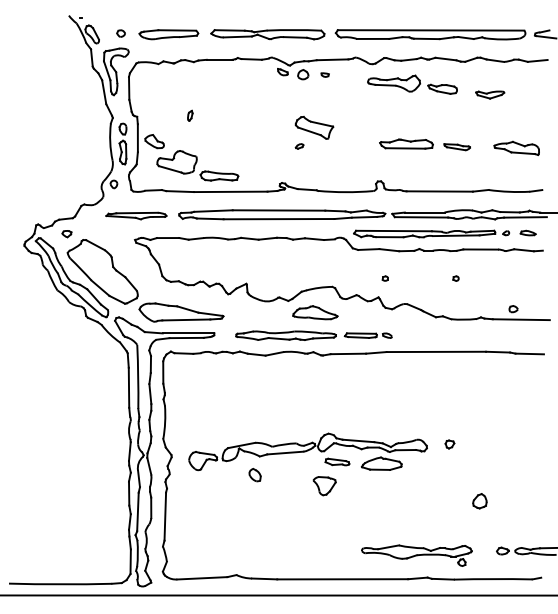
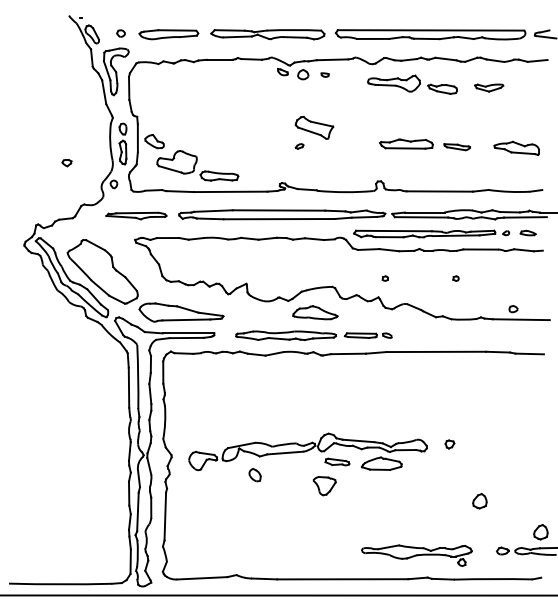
part at (490, 94) position: (490, 94) -> (489, 87)
part at (190, 115): present -> none
part at (66, 234) position: (66, 234) -> (66, 163)
part at (540, 532): none -> present
